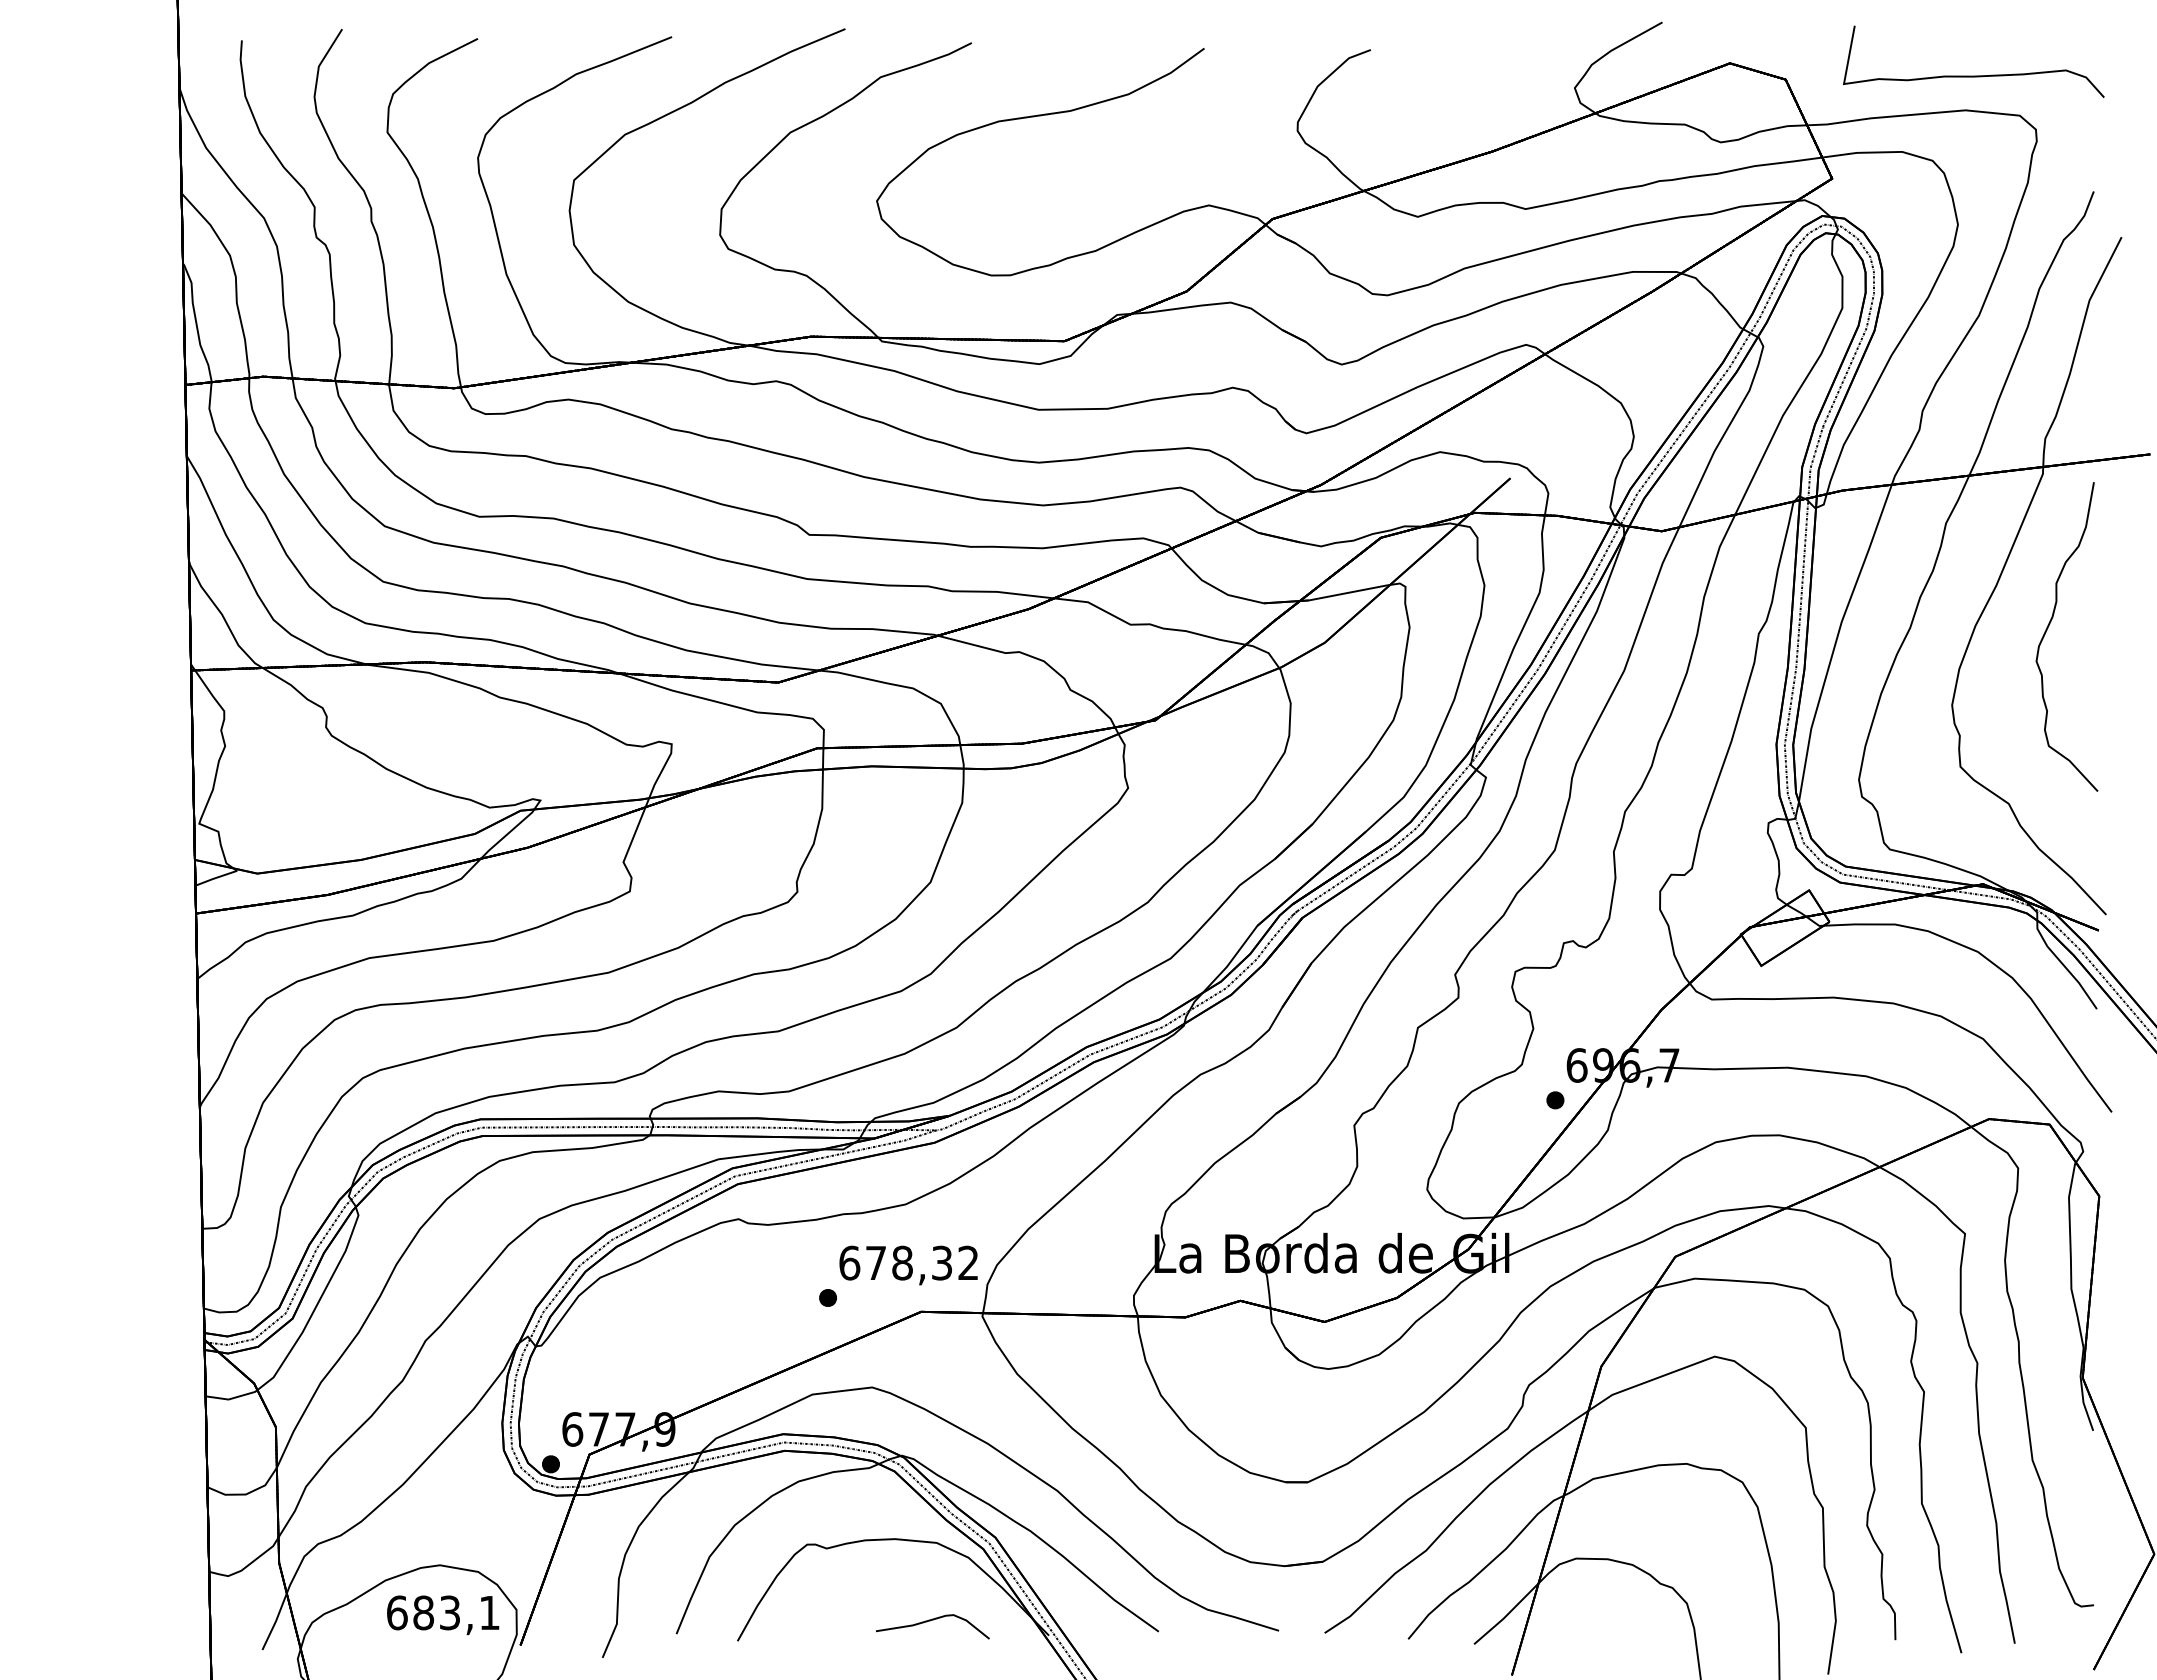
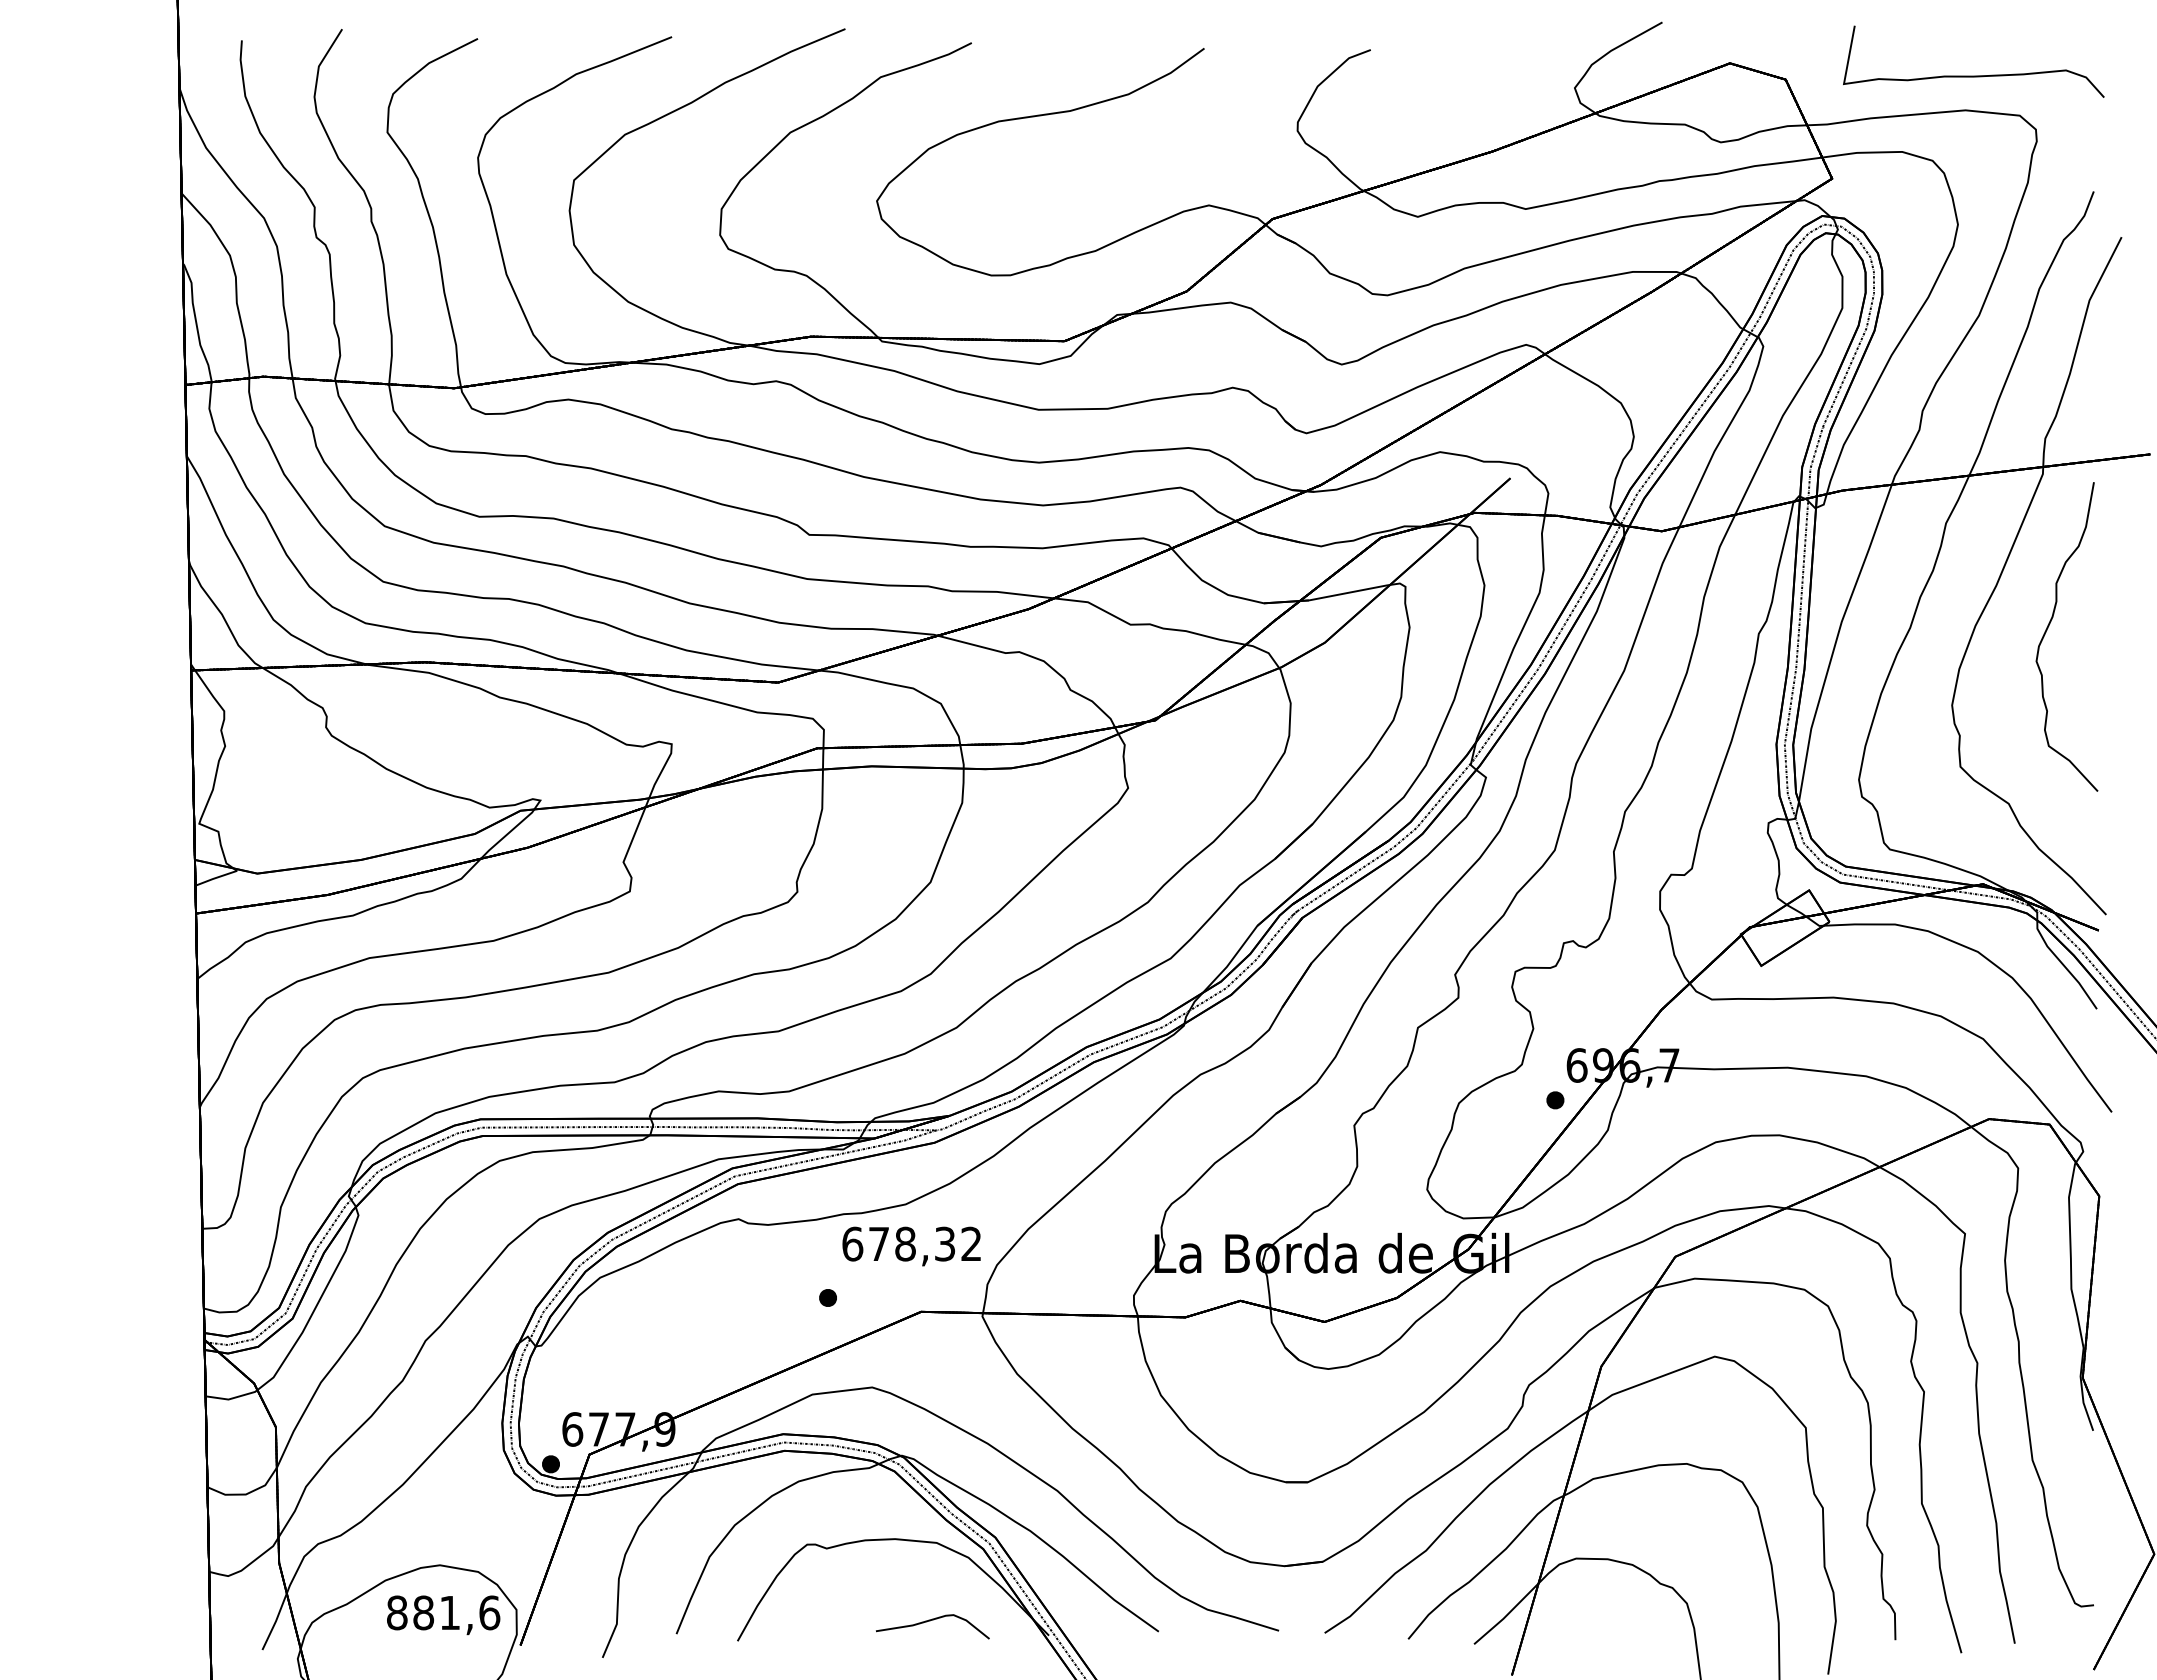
text at (908, 1265) position: (908, 1265) -> (911, 1246)
text at (443, 1612): 683,1 -> 881,6
